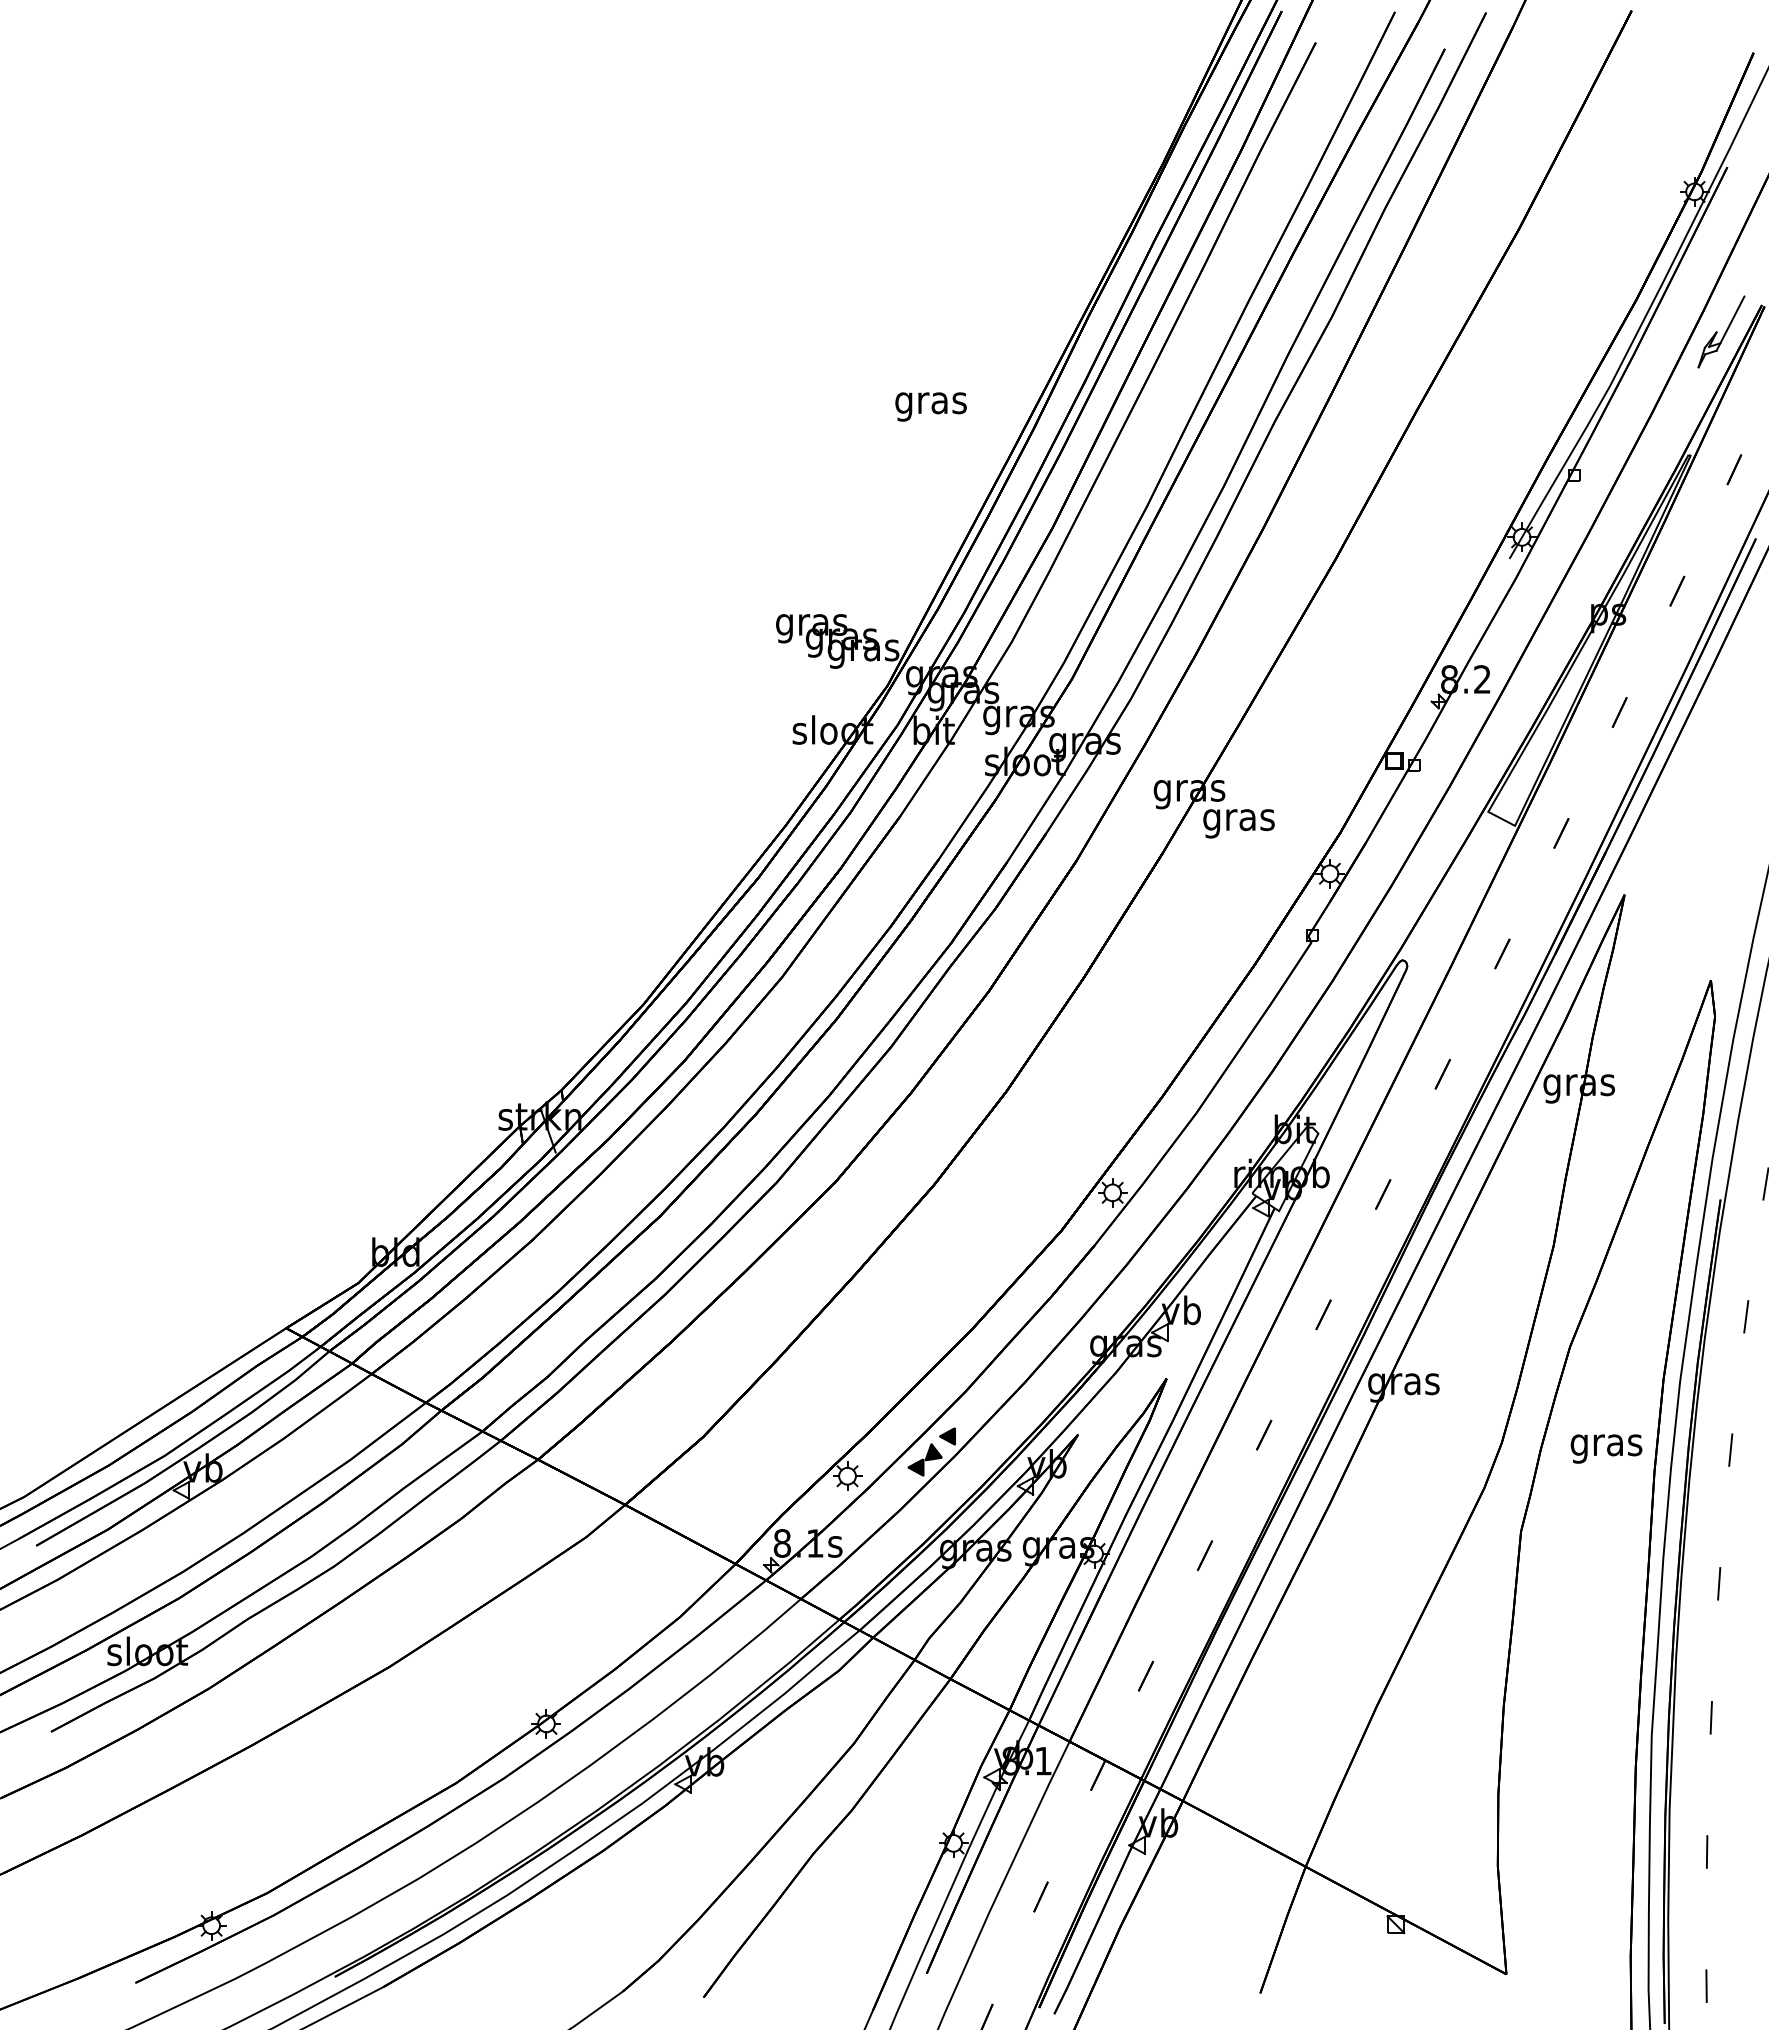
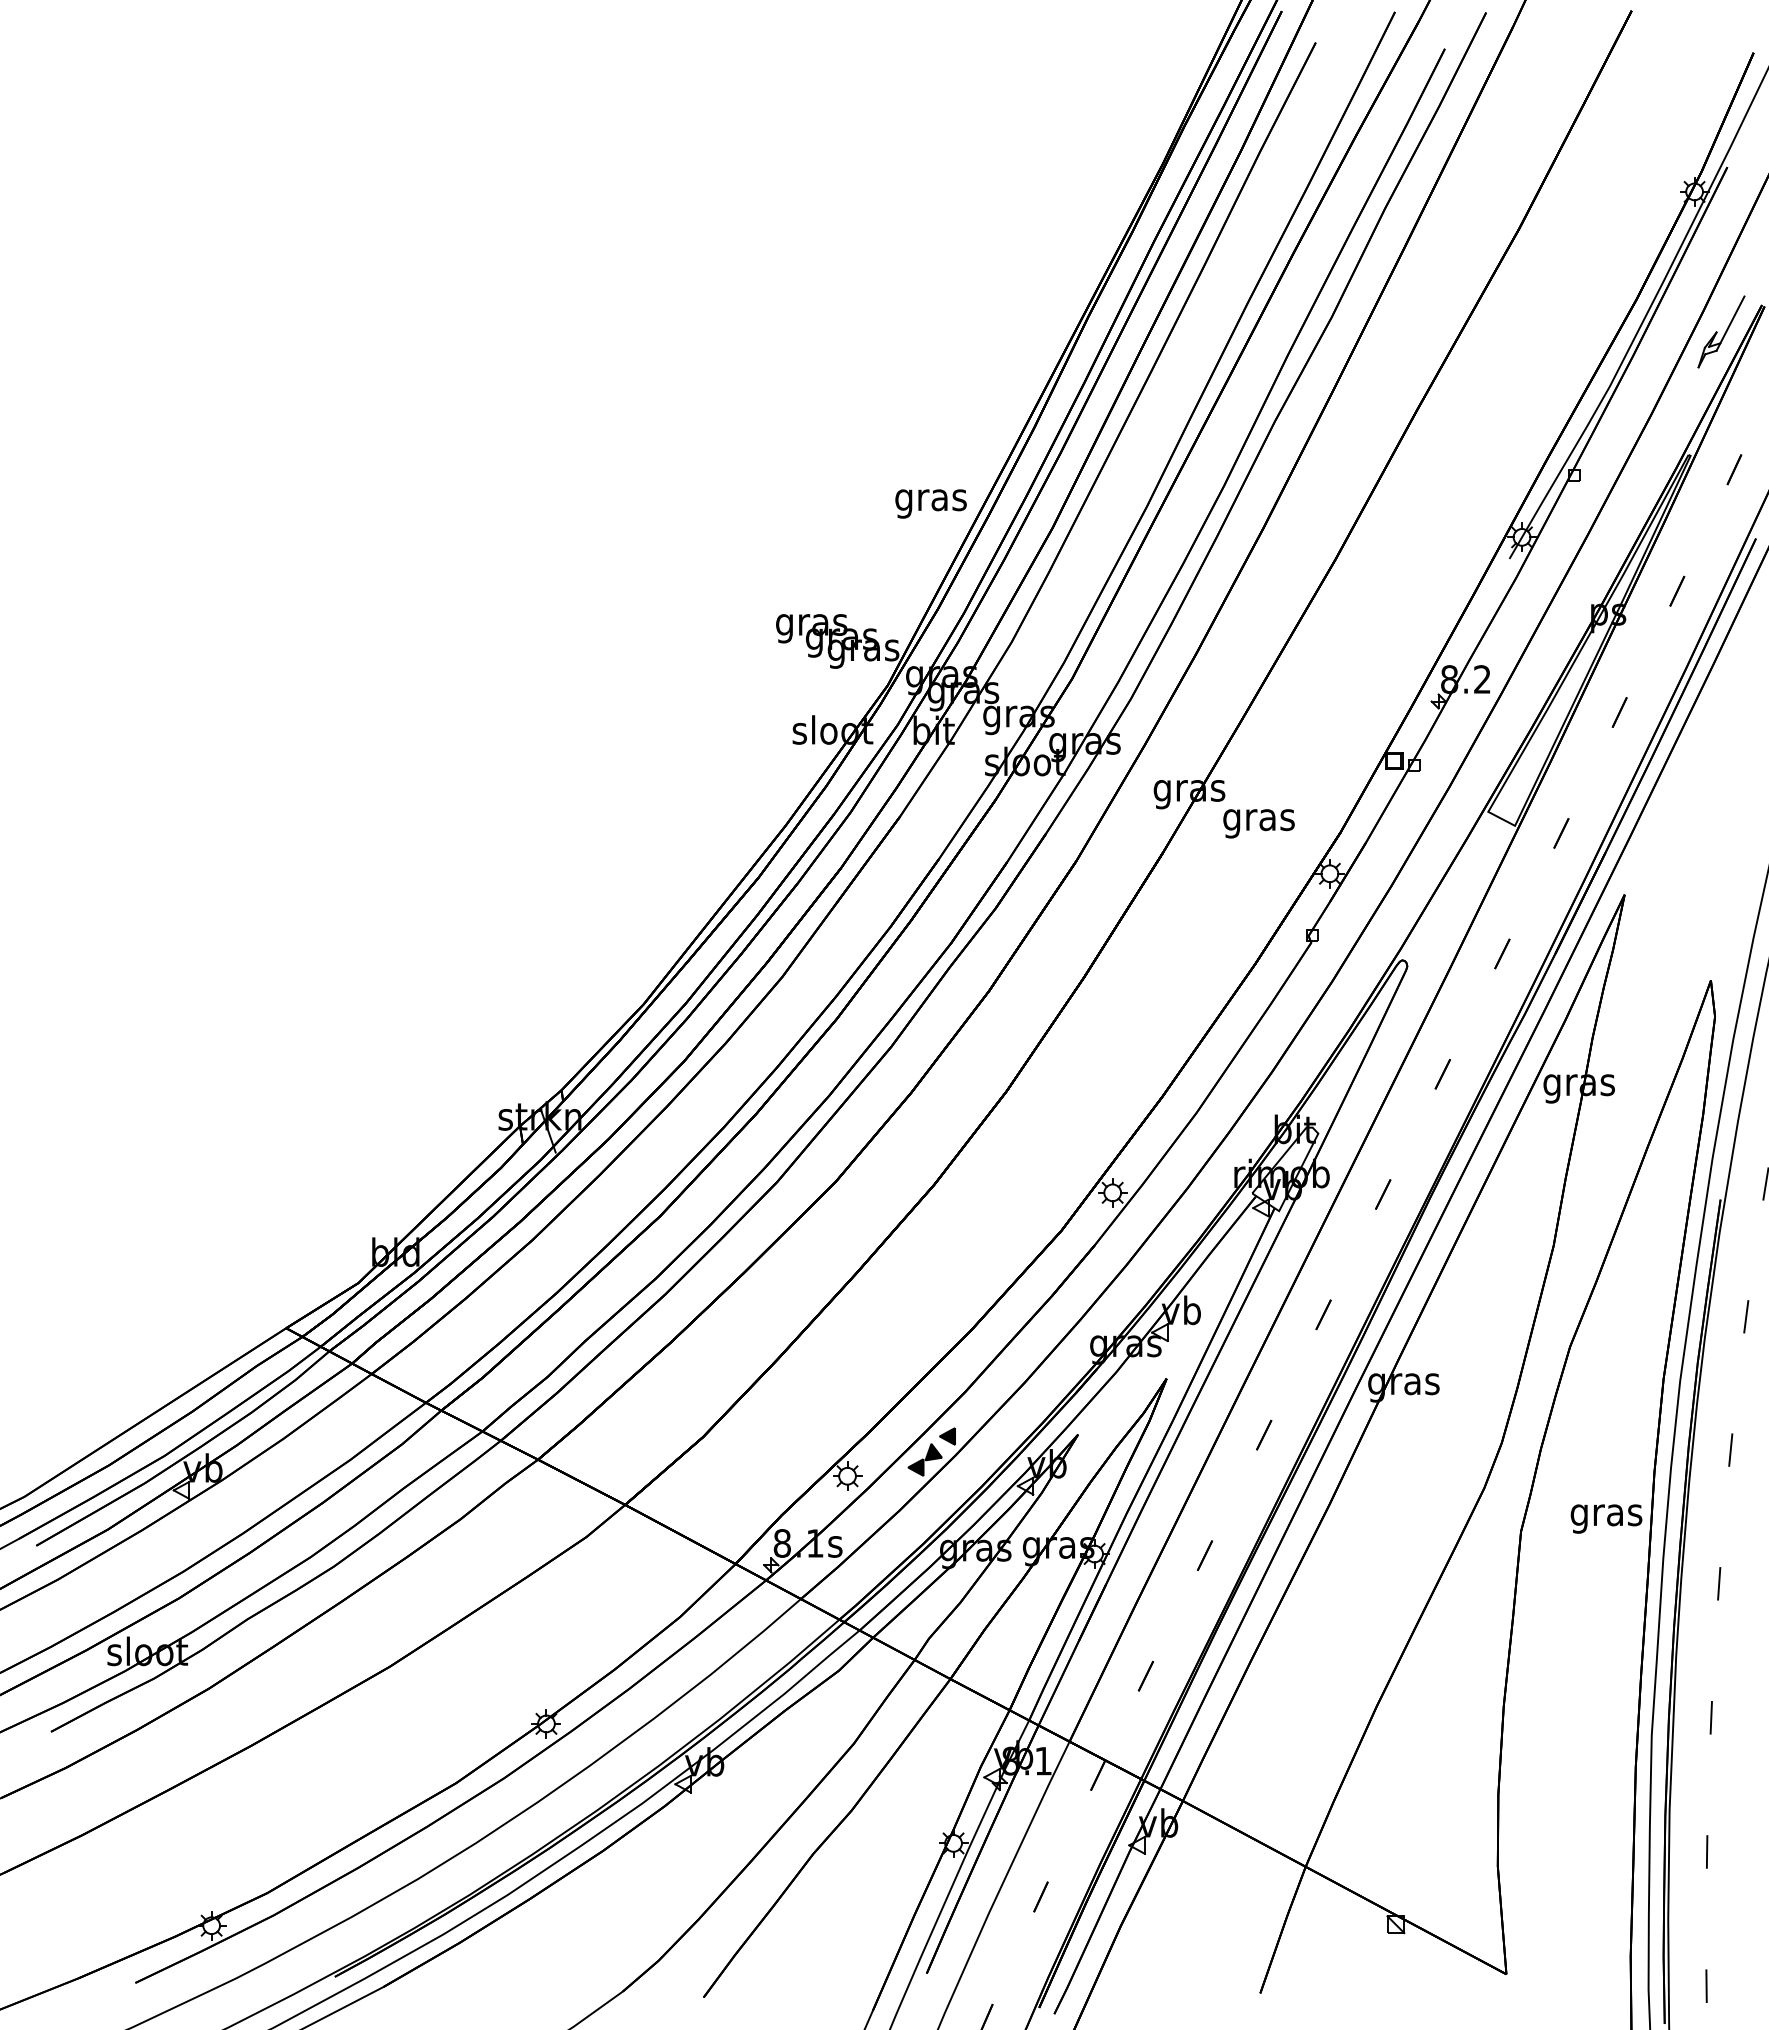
text at (930, 406) position: (930, 406) -> (930, 503)
text at (1238, 823) position: (1238, 823) -> (1258, 823)
text at (1606, 1448) position: (1606, 1448) -> (1606, 1518)
